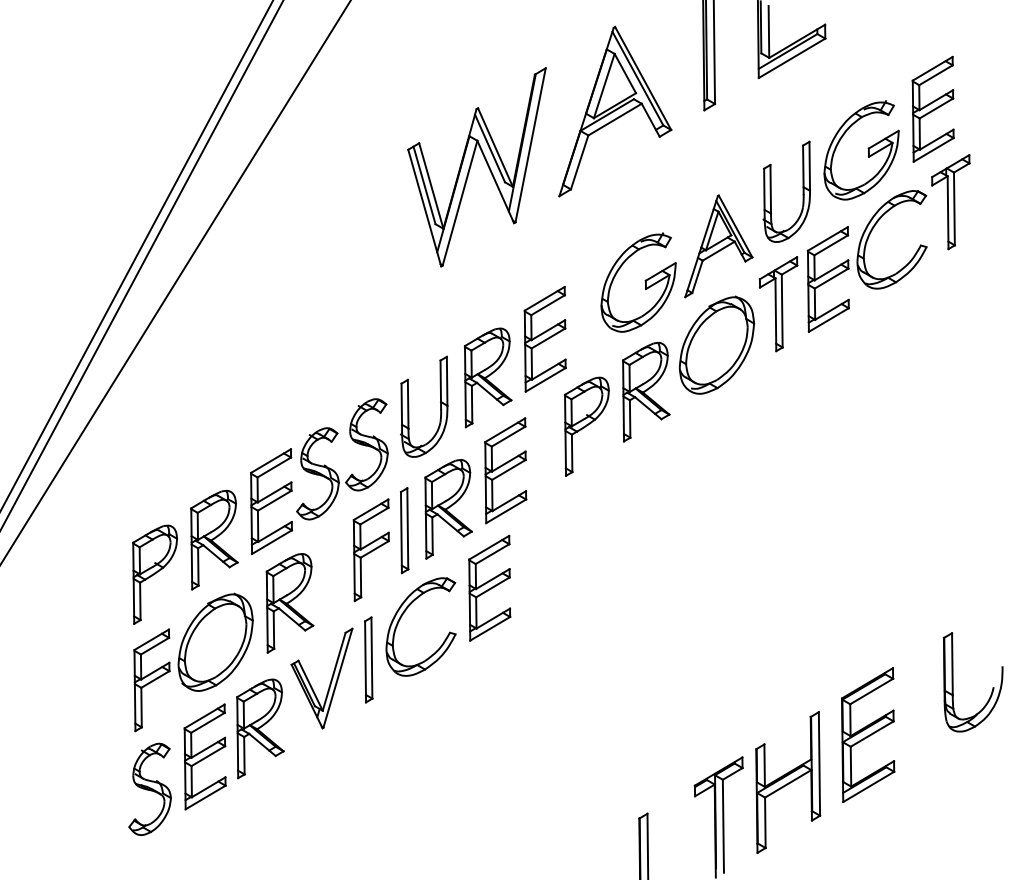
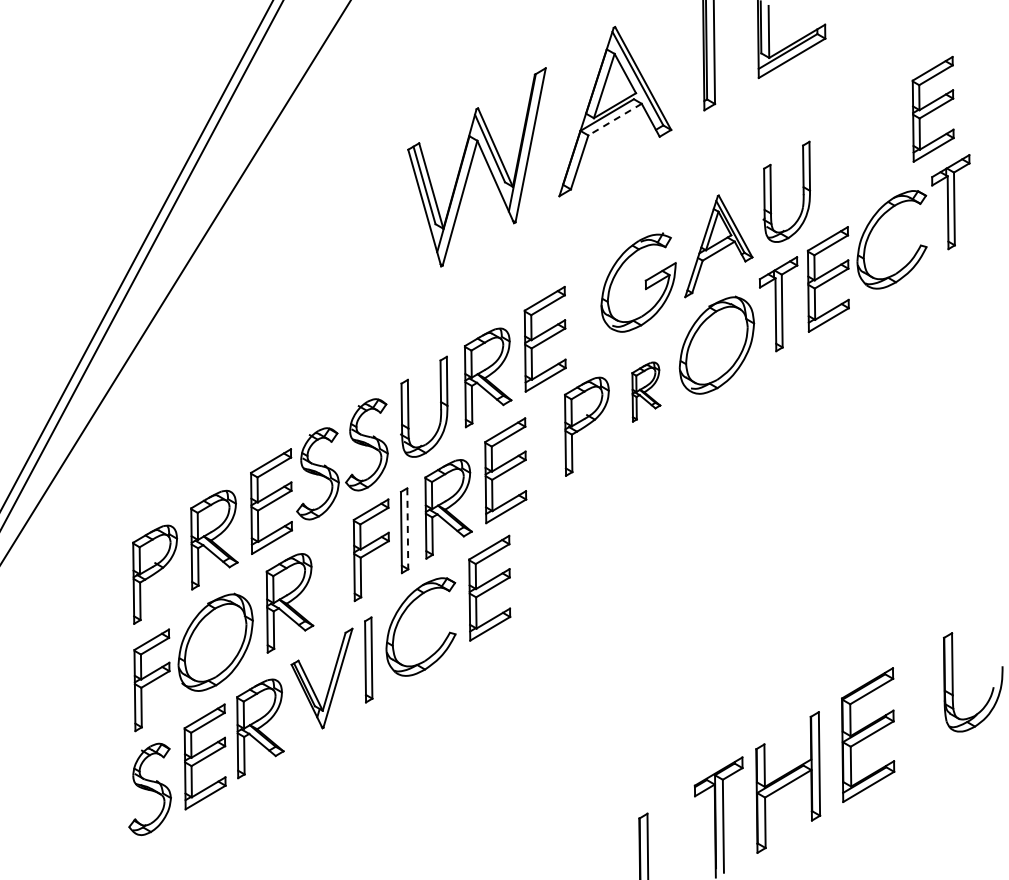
line at (614, 119): solid -> dashed
part at (867, 148): present -> none
part at (646, 391) size: 49x102 px -> 31x62 px
line at (407, 528): solid -> dashed
